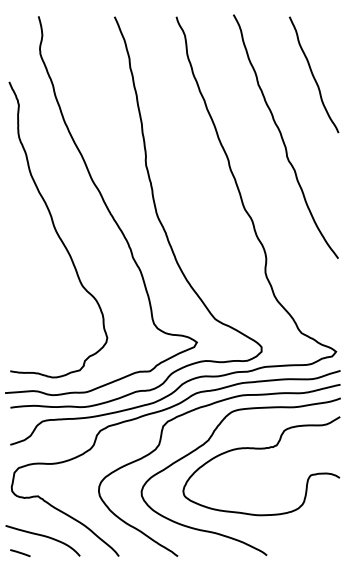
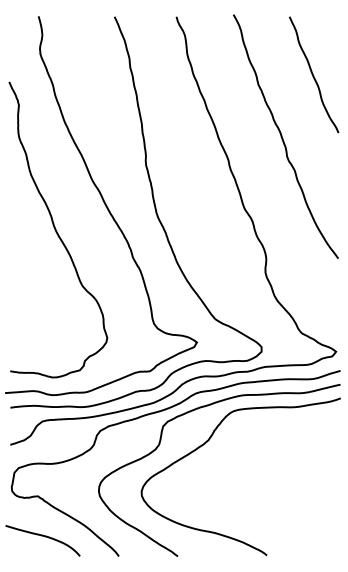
curve at (261, 449): present -> none
line at (20, 553): present -> none
